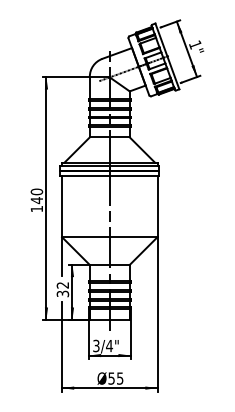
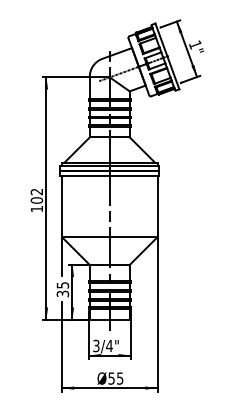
text at (36, 196): 140 -> 102
text at (62, 285): 32 -> 35
